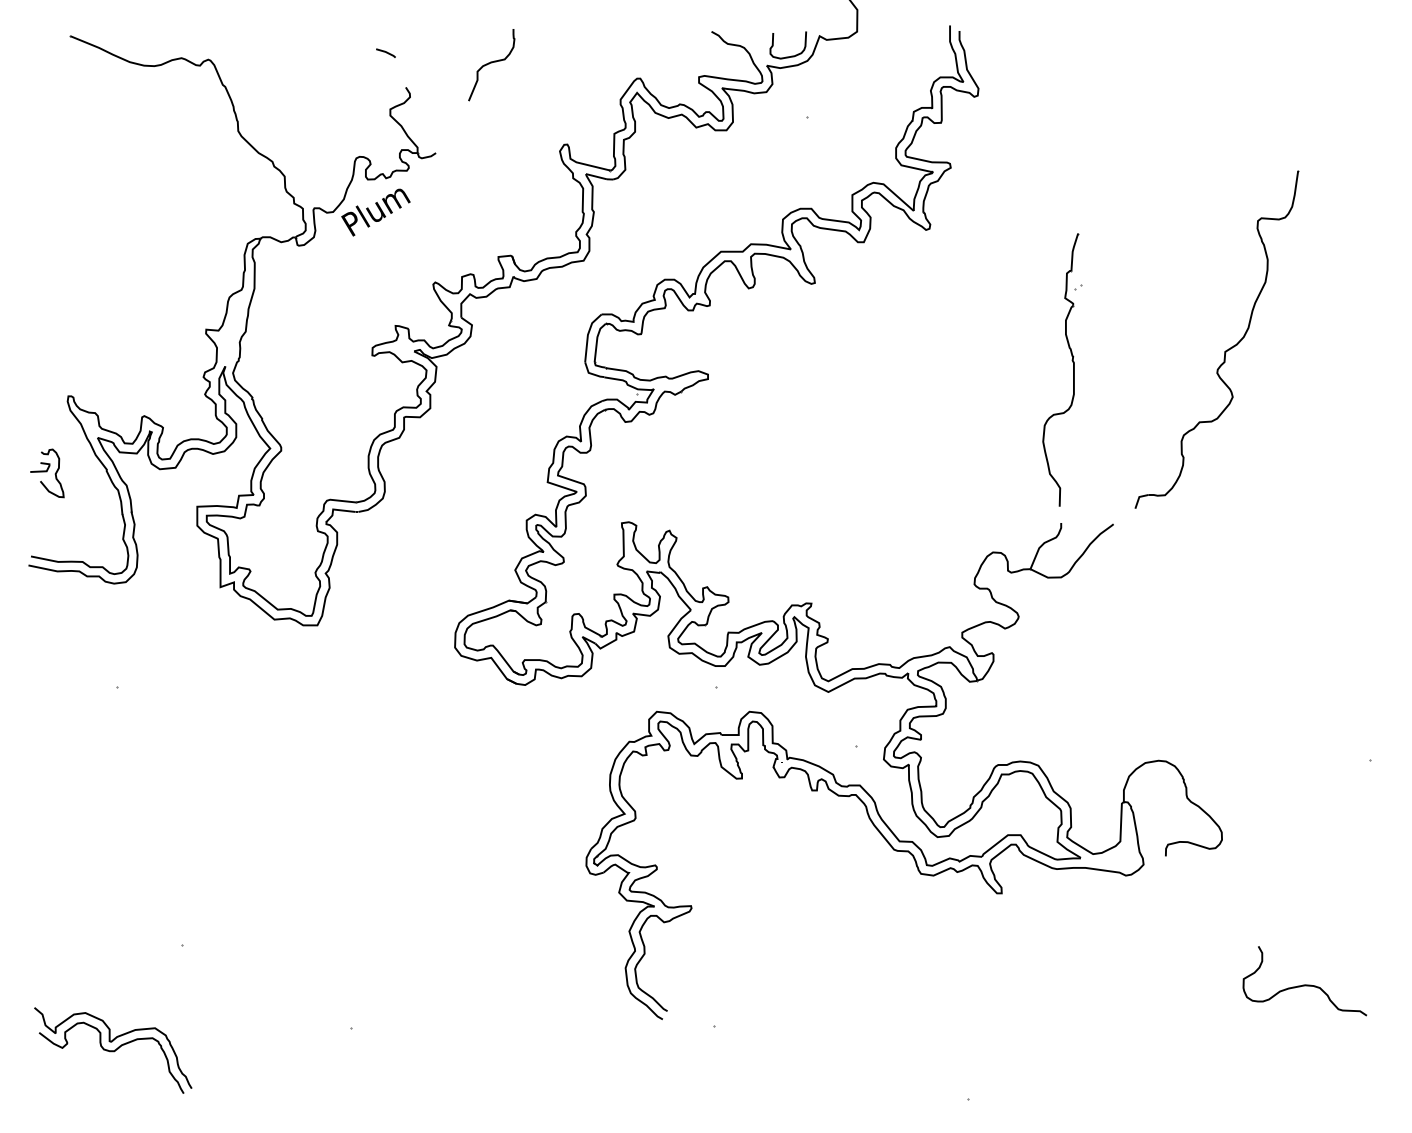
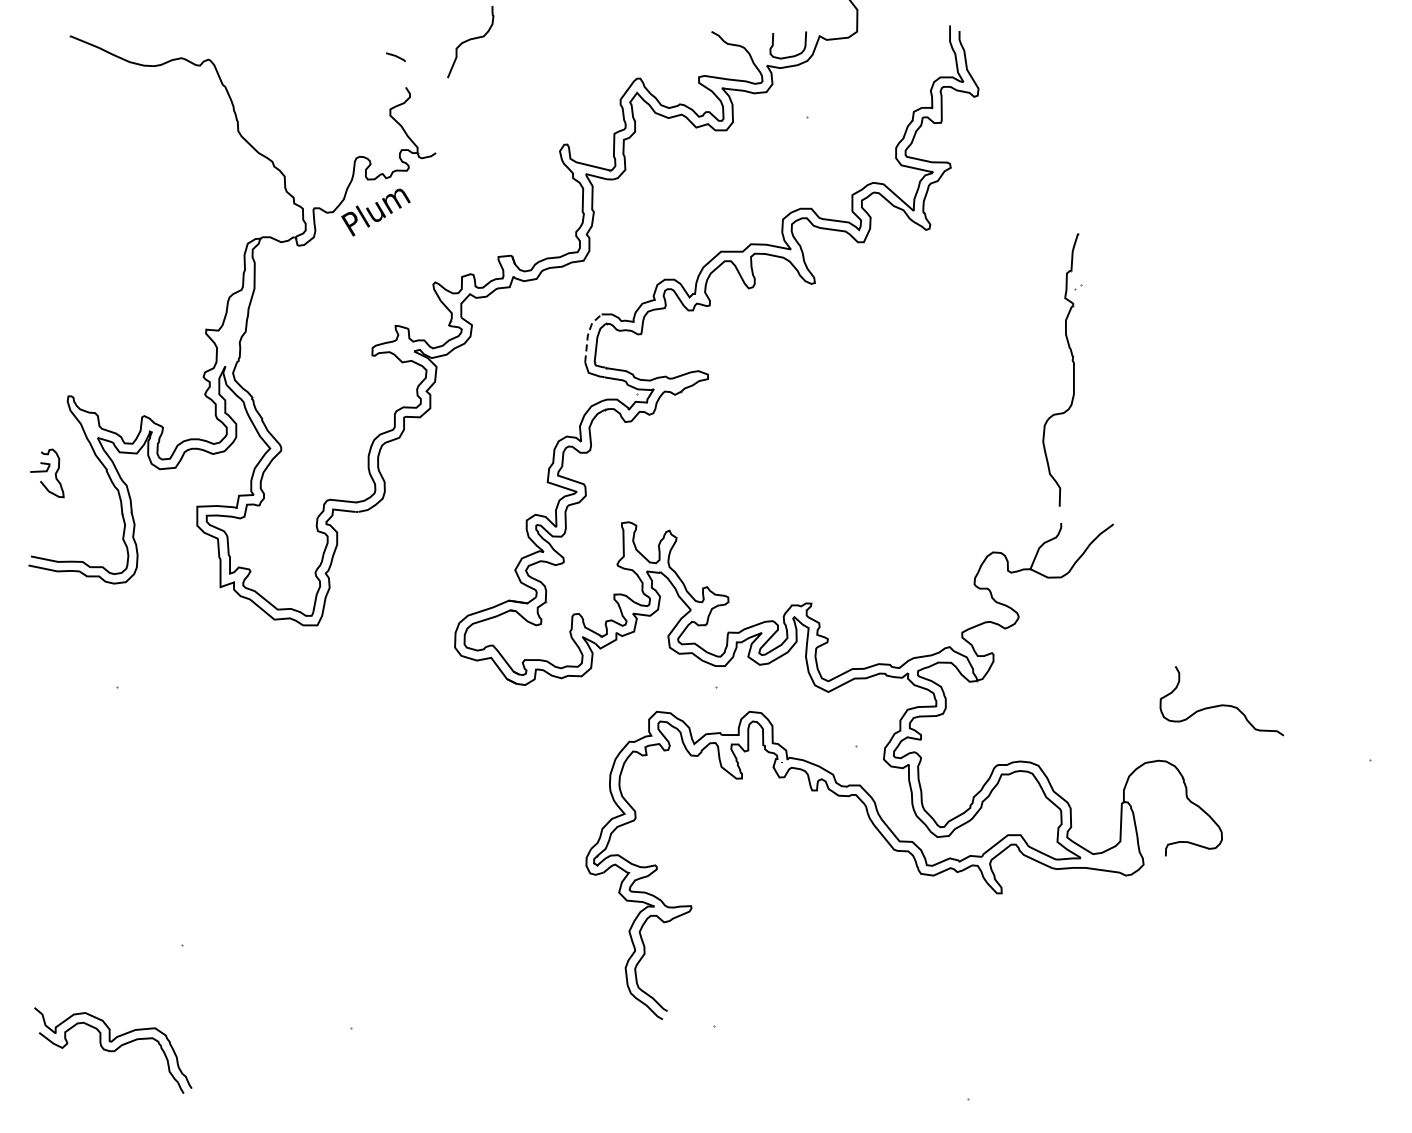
line at (385, 52) position: (385, 52) -> (395, 56)
curve at (491, 63) position: (491, 63) -> (470, 40)
line at (587, 334): solid -> dashed
part at (1225, 350): present -> none
curve at (1304, 984) position: (1304, 984) -> (1221, 704)
